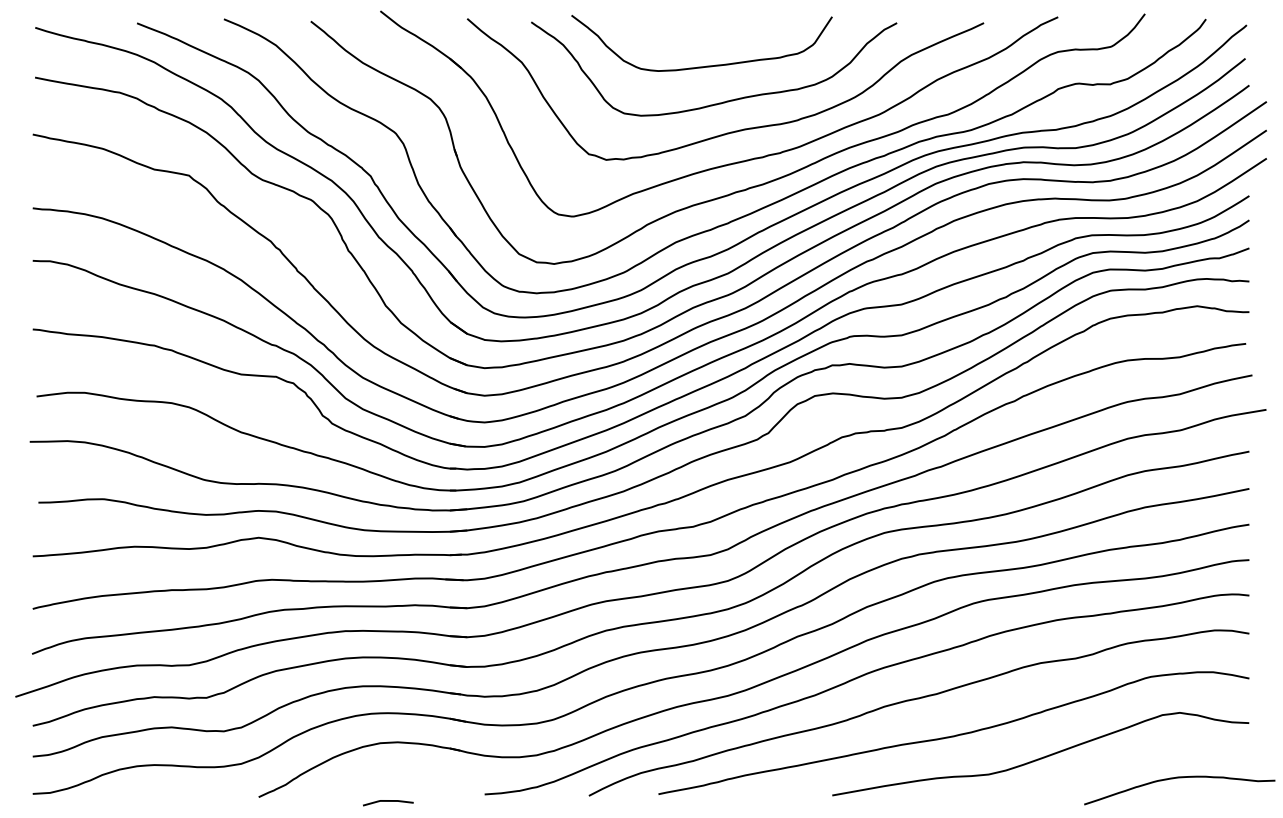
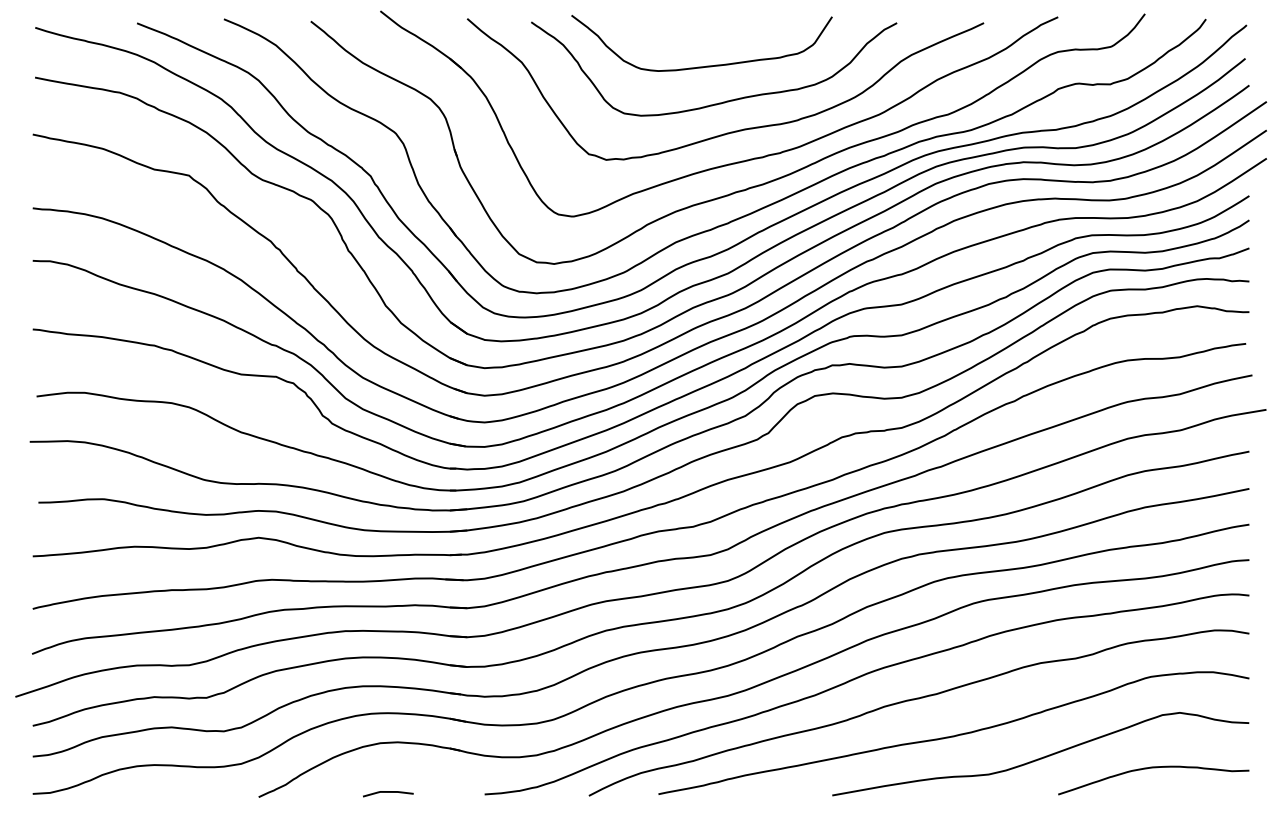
curve at (1179, 778) position: (1179, 778) -> (1153, 768)
line at (388, 801) position: (388, 801) -> (388, 792)
